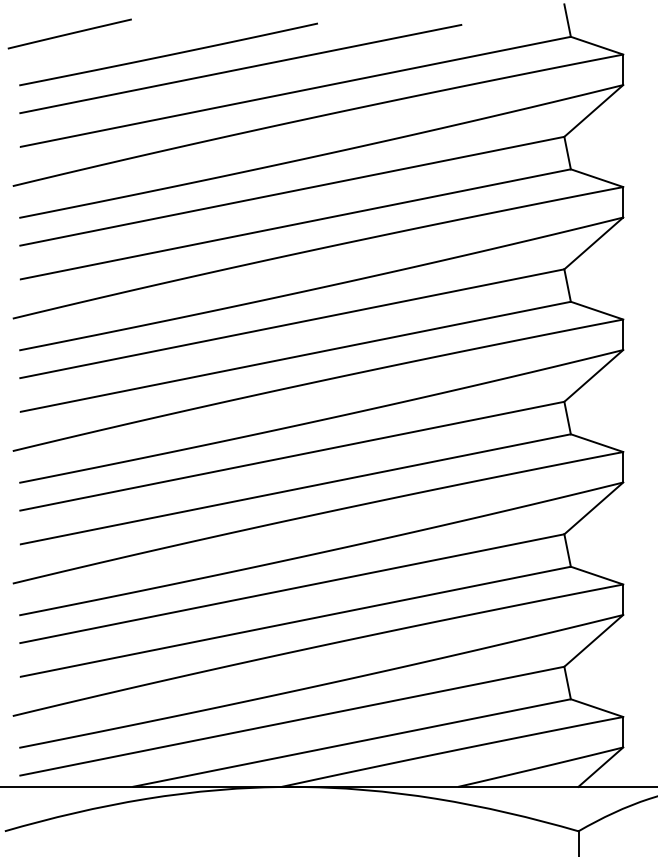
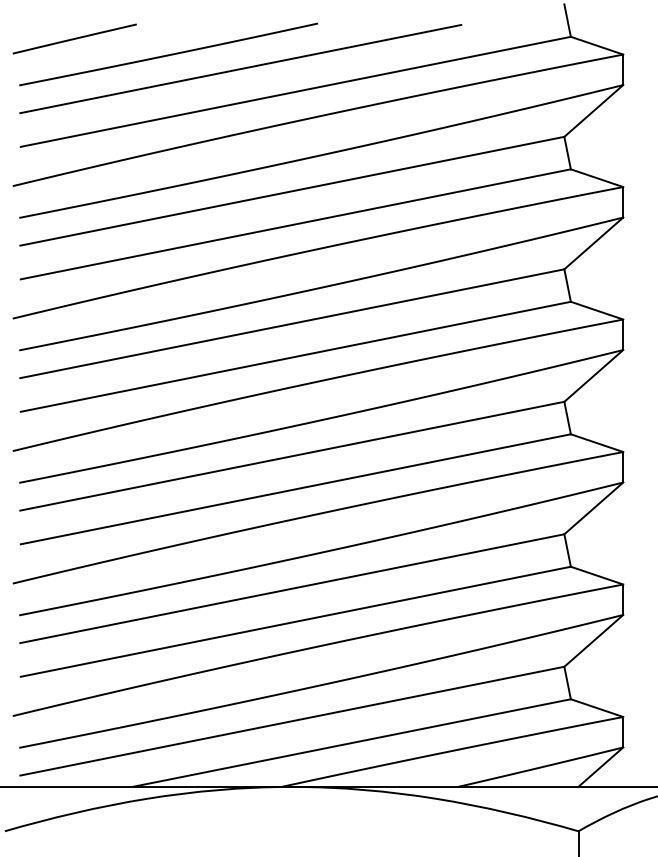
line at (69, 33) position: (69, 33) -> (74, 38)
